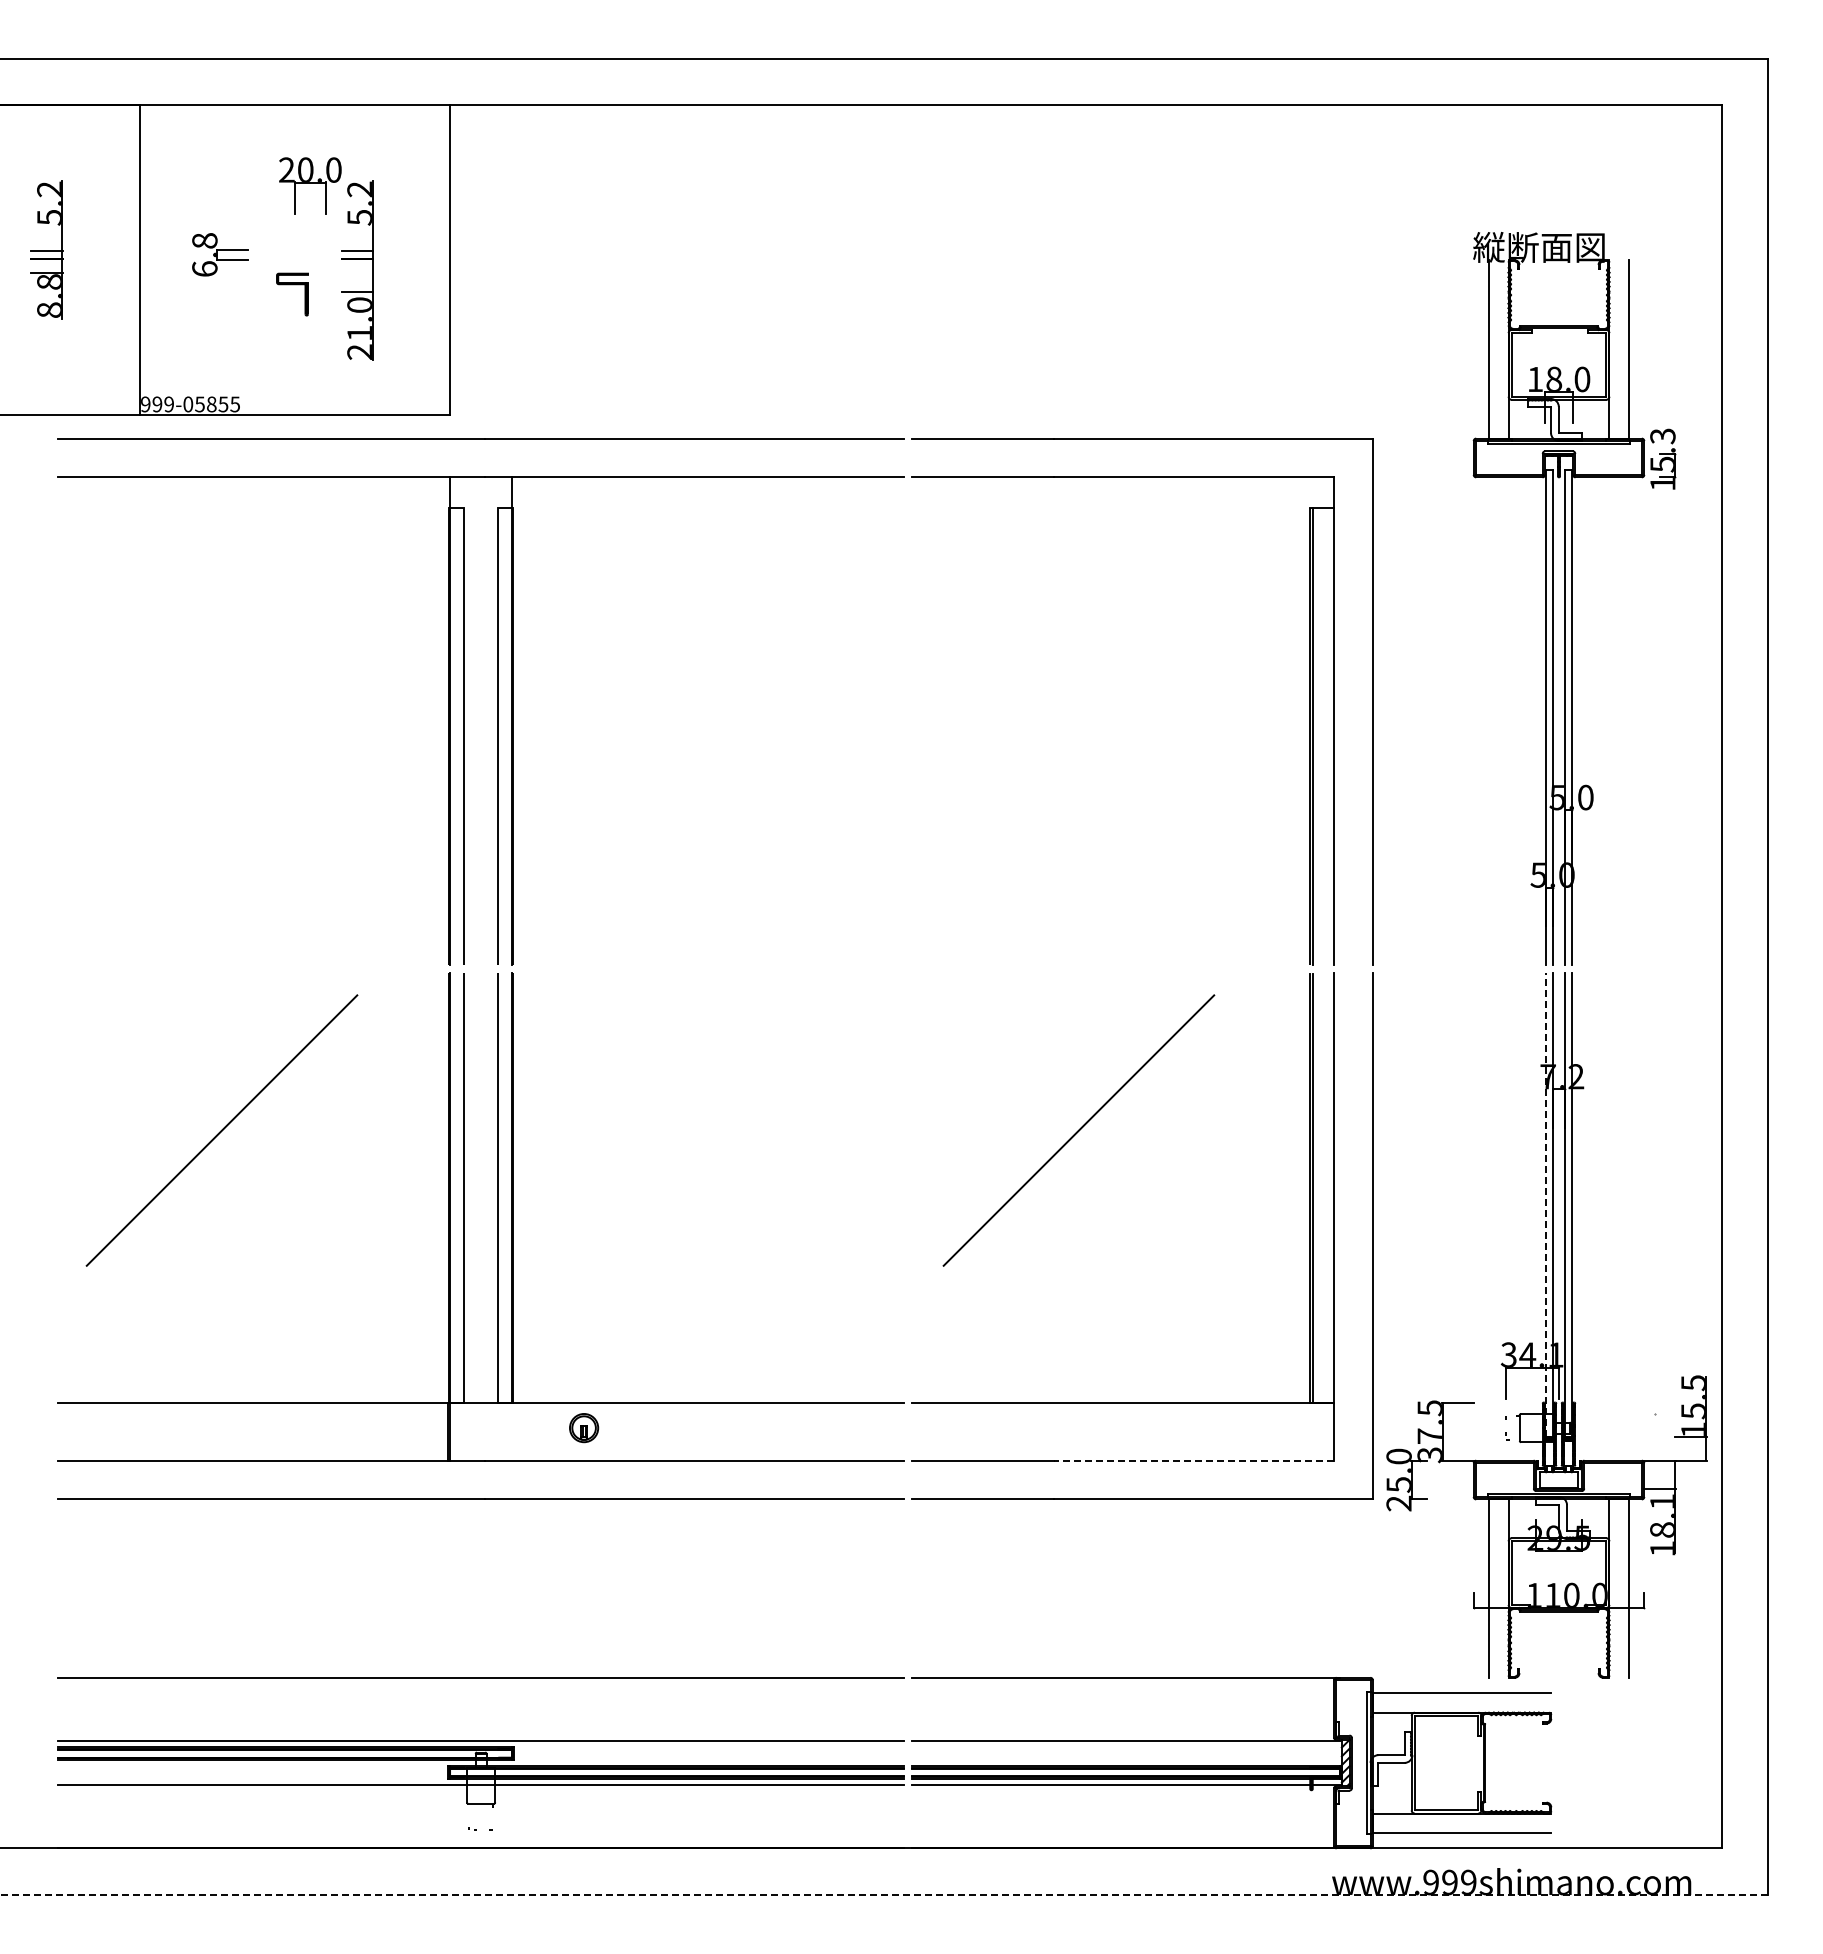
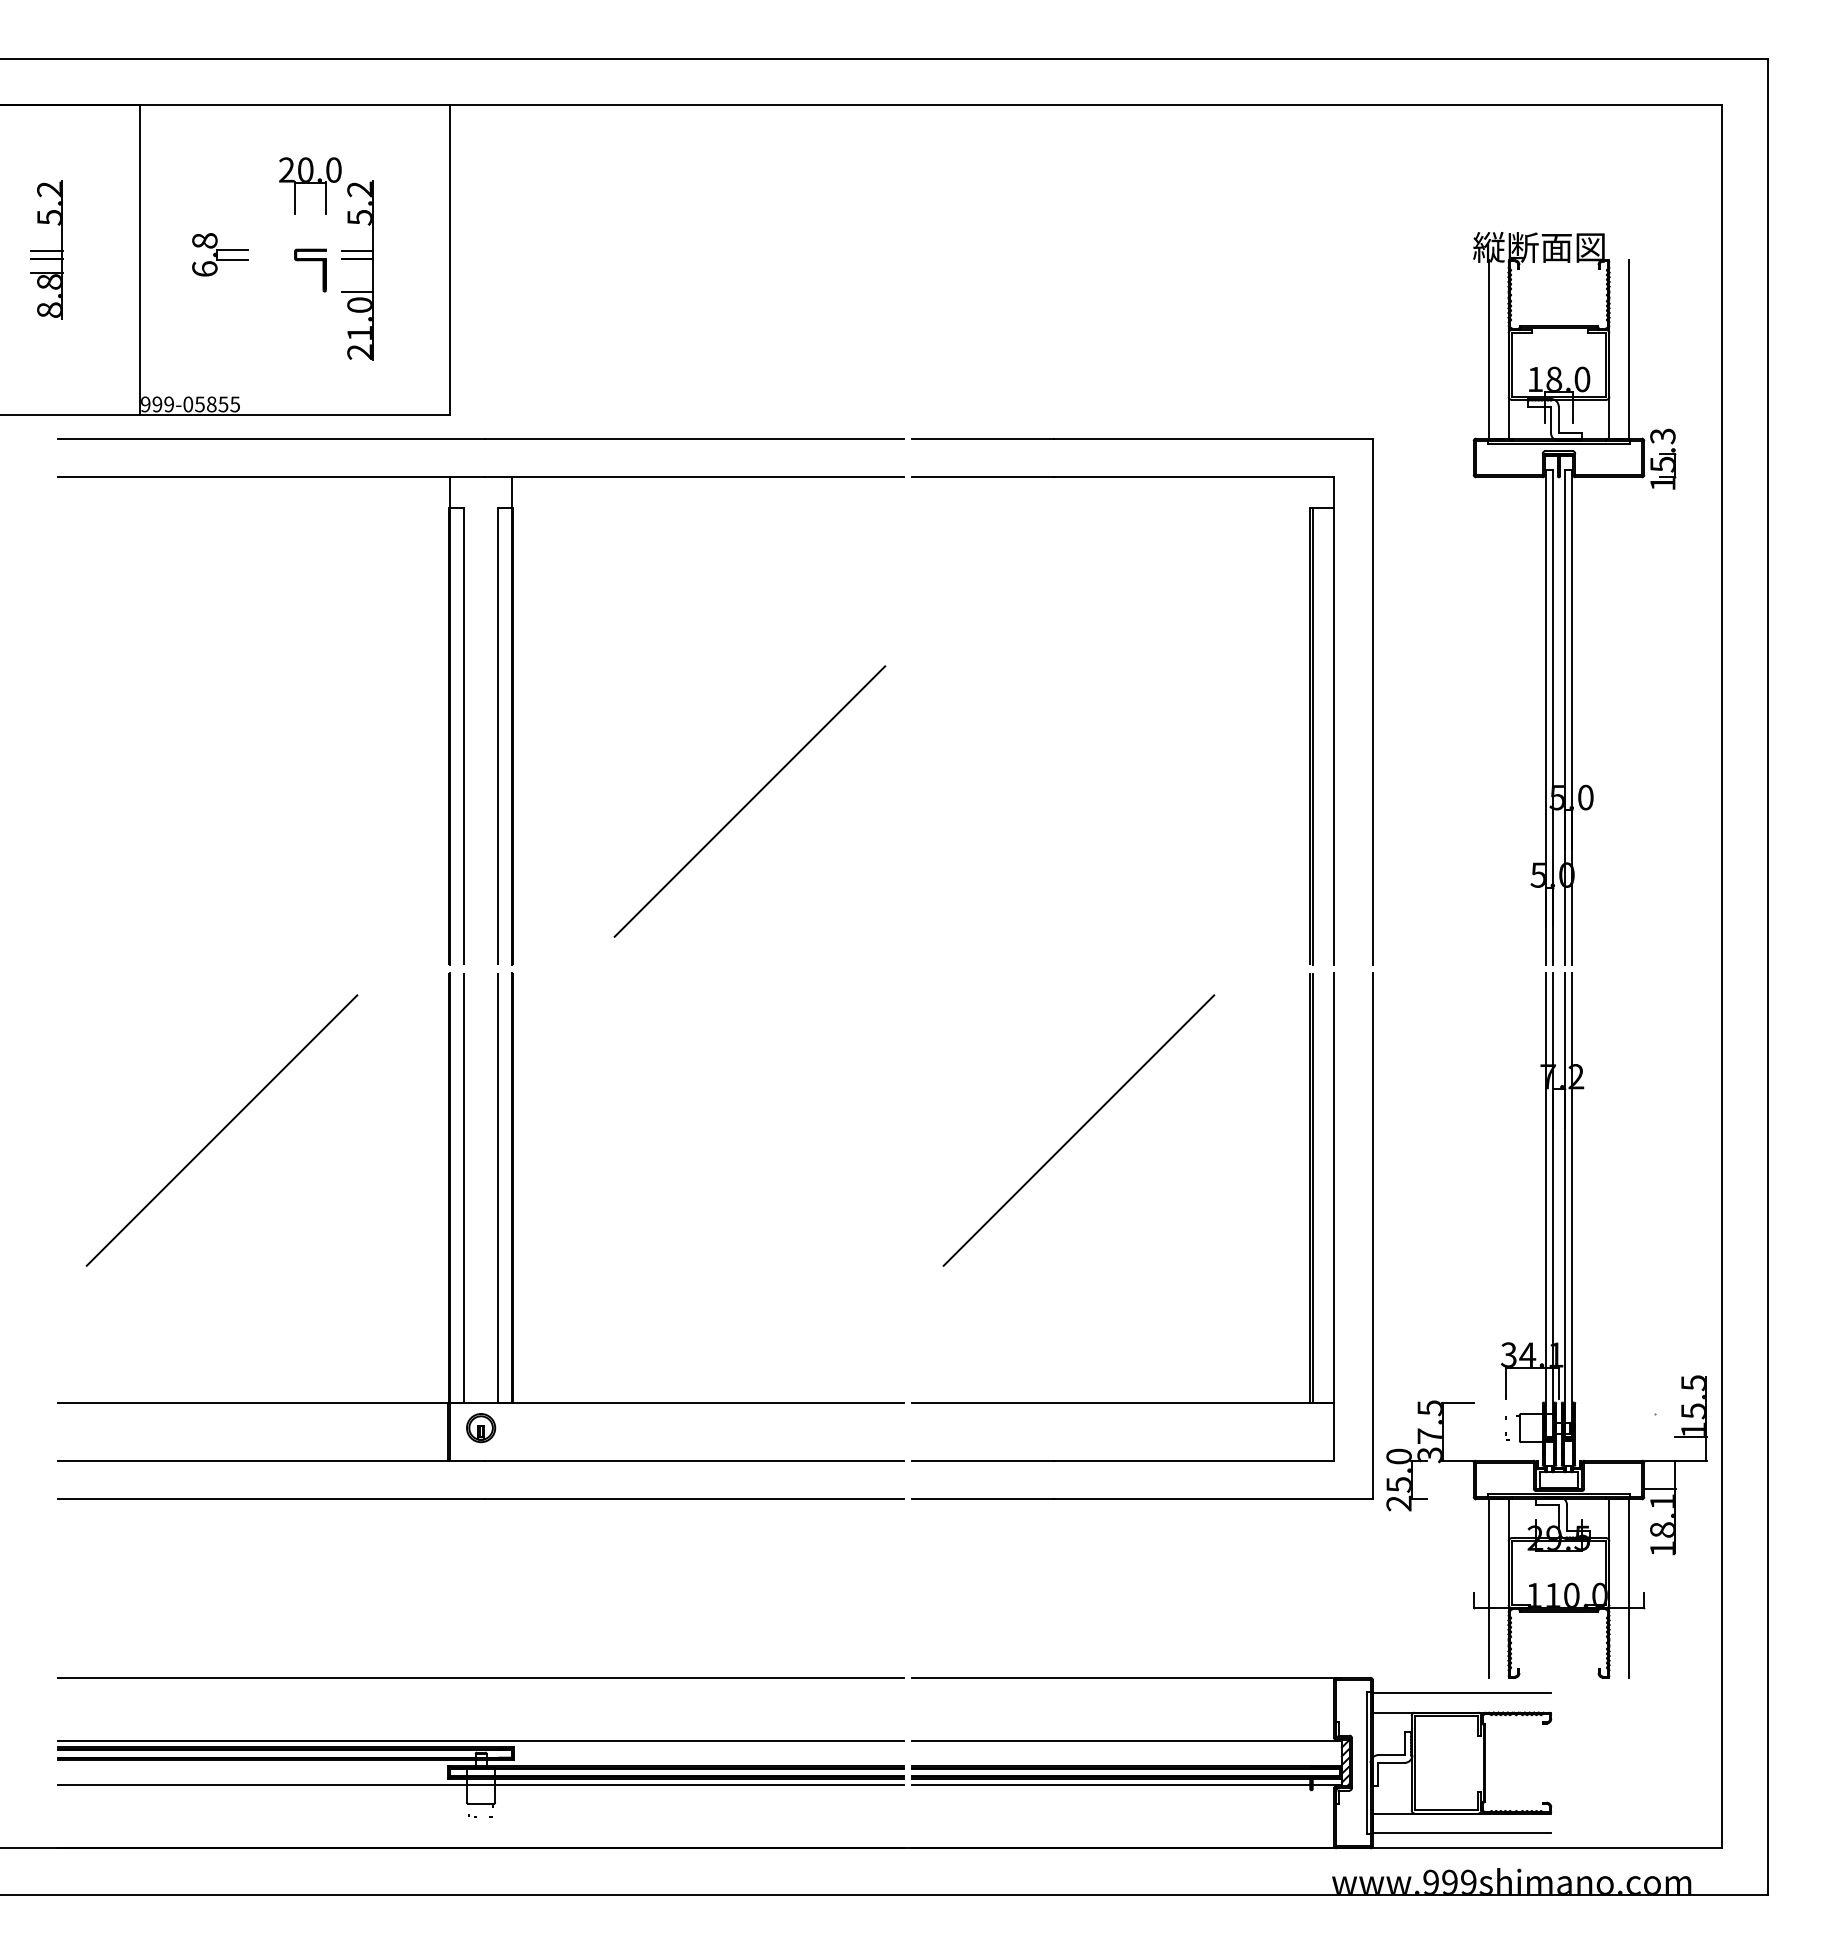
part at (292, 285) position: (292, 285) -> (310, 261)
line at (749, 801): none -> present
line at (1545, 1204): dashed -> solid
part at (584, 1428) position: (584, 1428) -> (481, 1428)
line at (1193, 1460): dashed -> solid
part at (480, 1828) position: (480, 1828) -> (480, 1815)
line at (884, 1894): dashed -> solid
